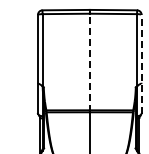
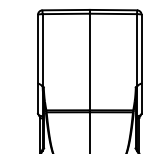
line at (89, 62): dashed -> solid
line at (141, 63): dashed -> solid
